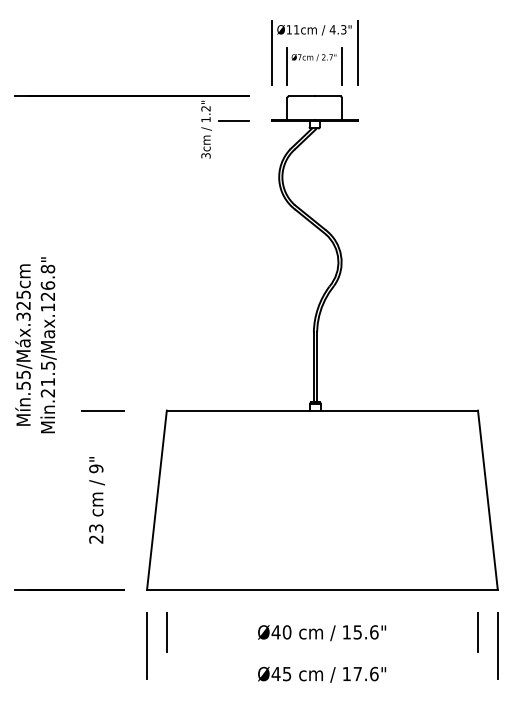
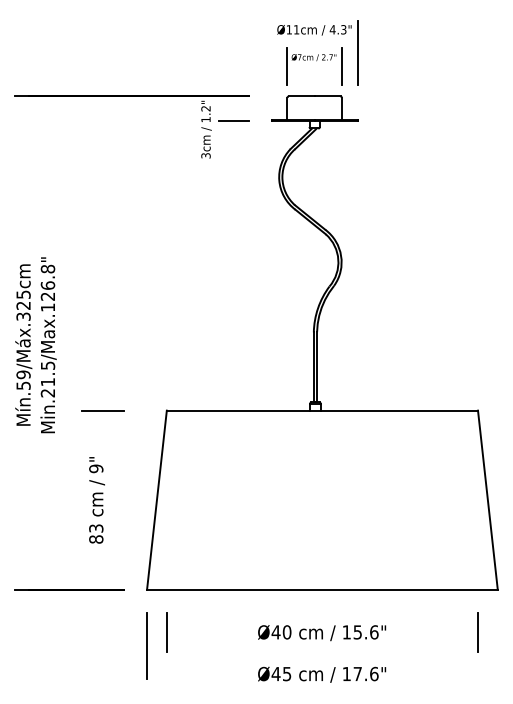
line at (271, 53): present -> none
text at (23, 374): Mín.55/Máx.325cm -> Mín.59/Máx.325cm
text at (96, 539): 23 -> 83
line at (497, 645): present -> none
